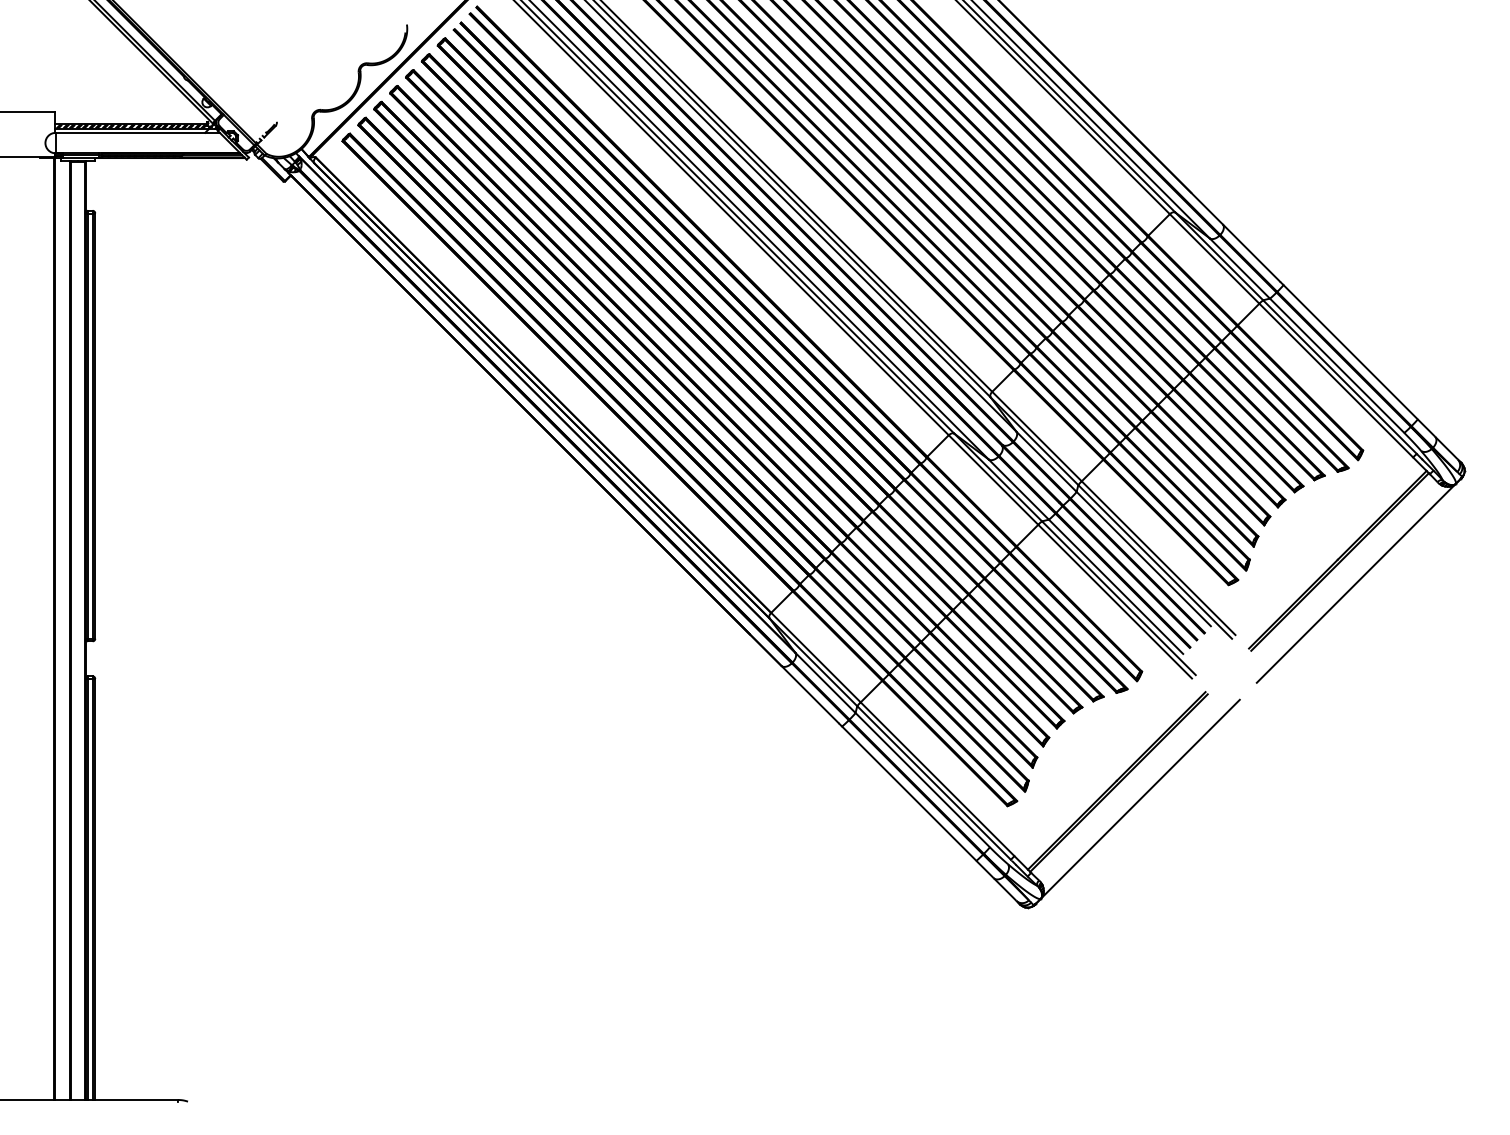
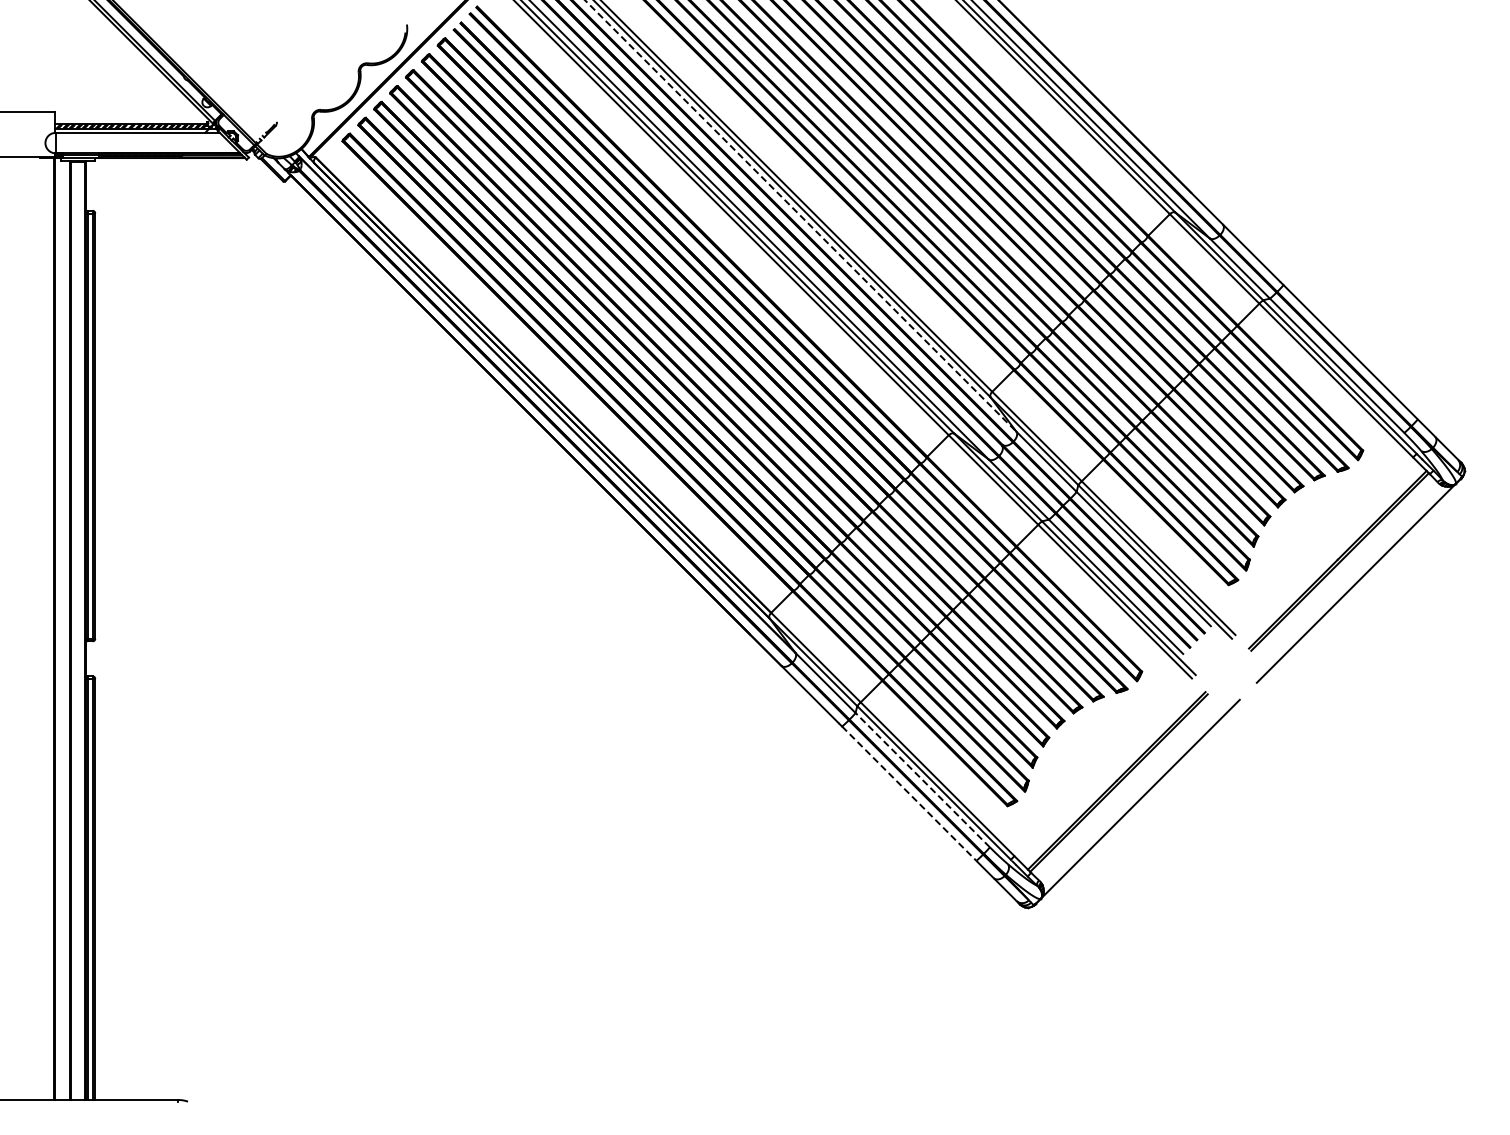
line at (800, 216): solid -> dashed
line at (922, 780): solid -> dashed
line at (909, 793): solid -> dashed
